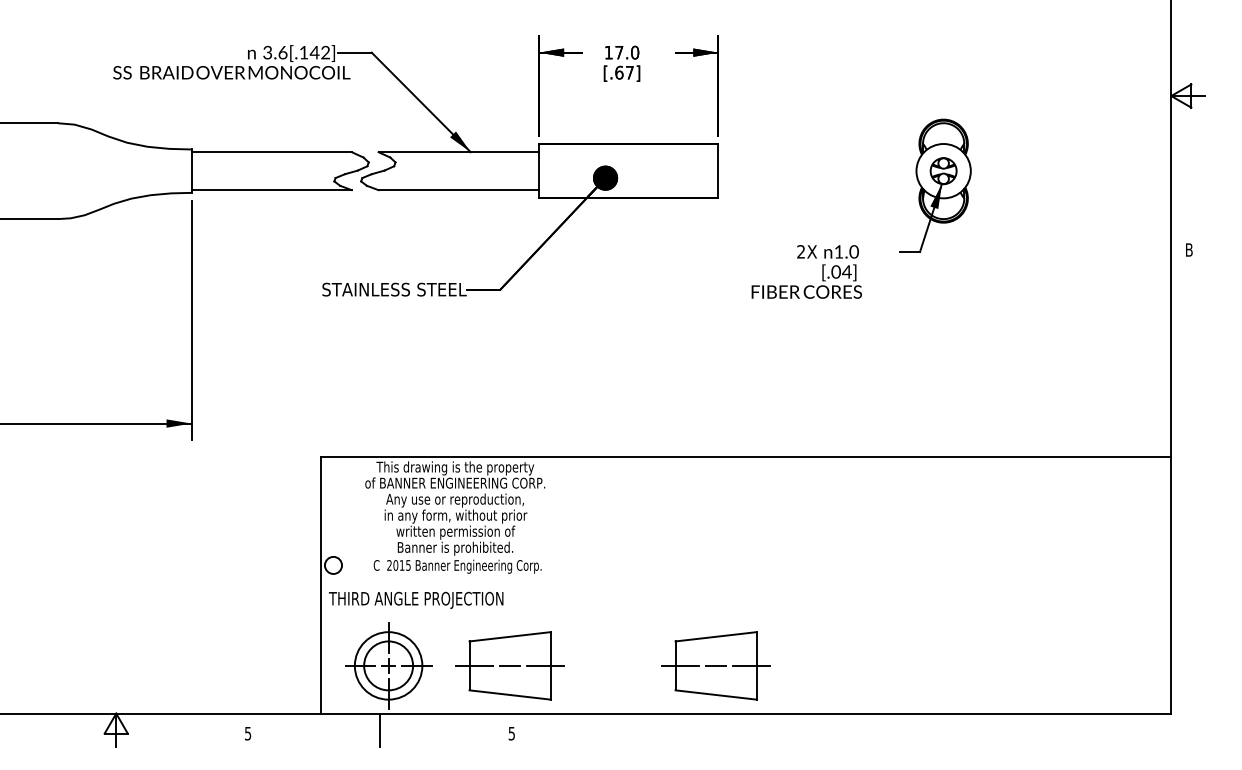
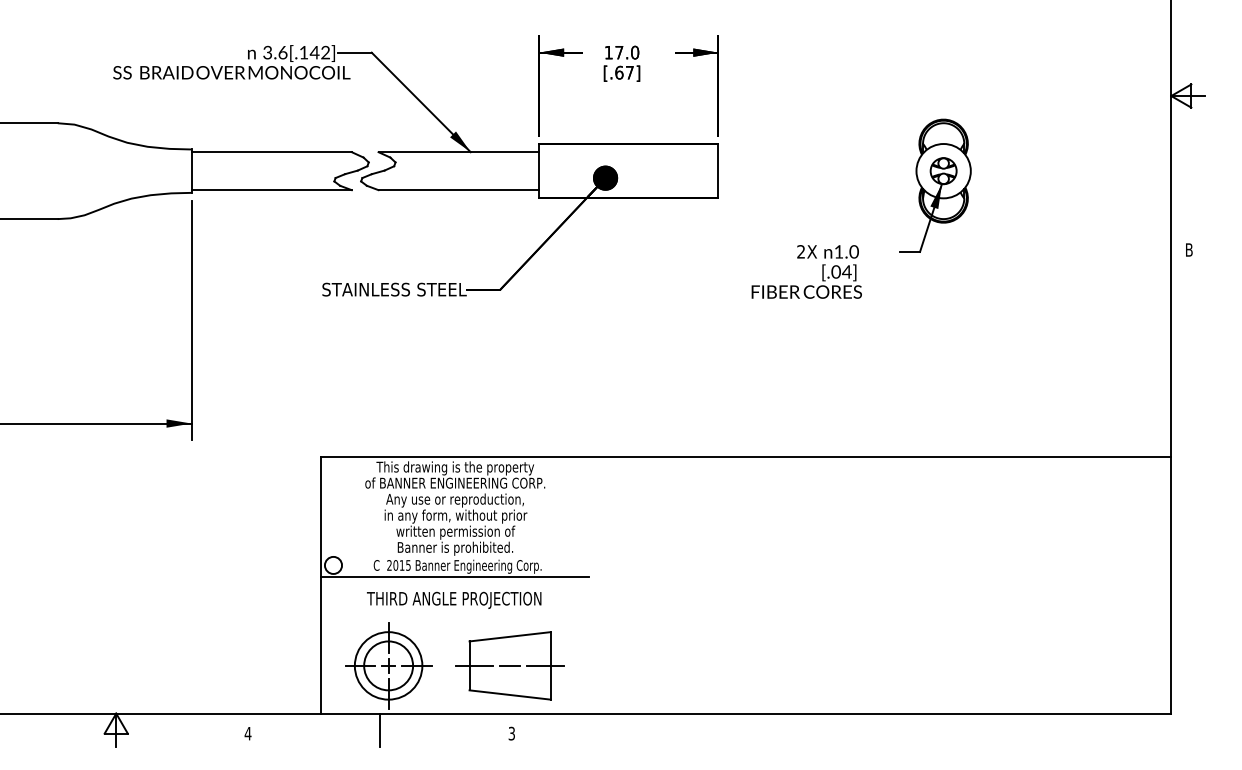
line at (454, 577): none -> present
text at (416, 599) position: (416, 599) -> (454, 599)
part at (715, 665): present -> none
text at (511, 732): 5 -> 3
text at (247, 733): 5 -> 4
